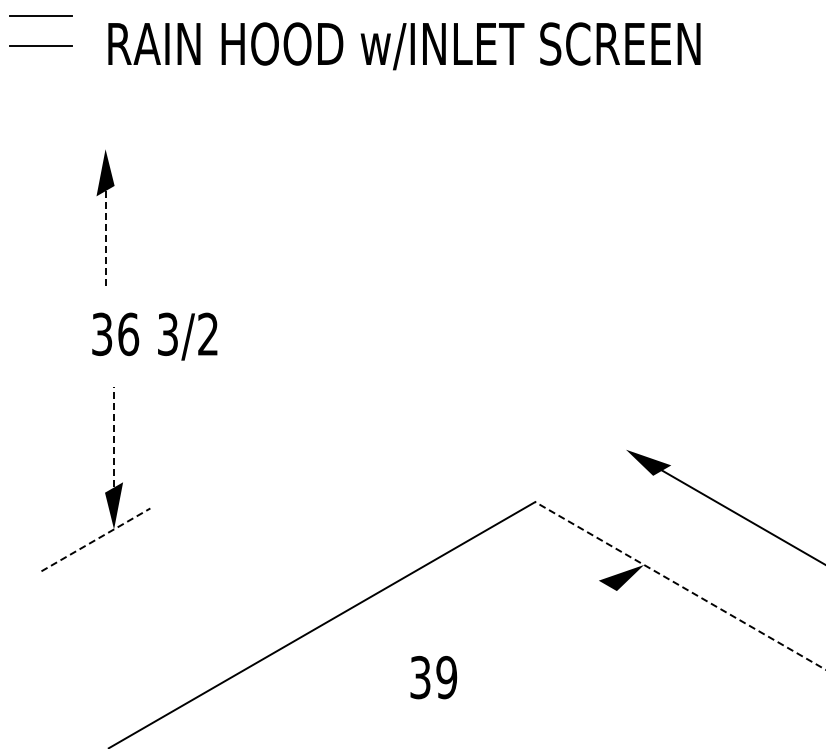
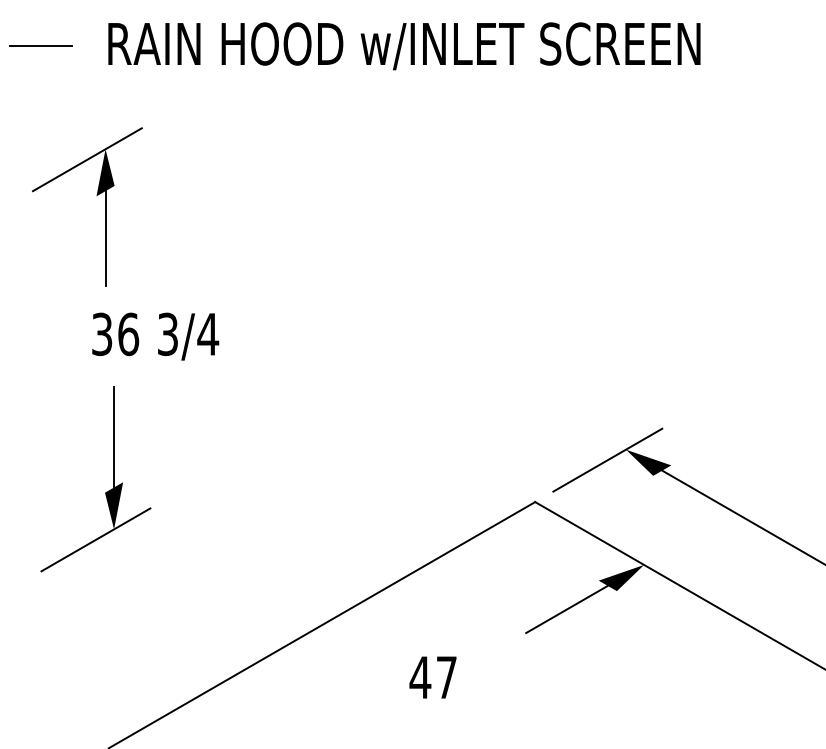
line at (40, 15): present -> none
line at (86, 159): none -> present
line at (105, 238): dashed -> solid
text at (208, 333): 3/2 -> 3/4
line at (114, 436): dashed -> solid
line at (607, 459): none -> present
line at (95, 539): dashed -> solid
line at (679, 585): dashed -> solid
line at (566, 609): none -> present
text at (433, 677): 39 -> 47
